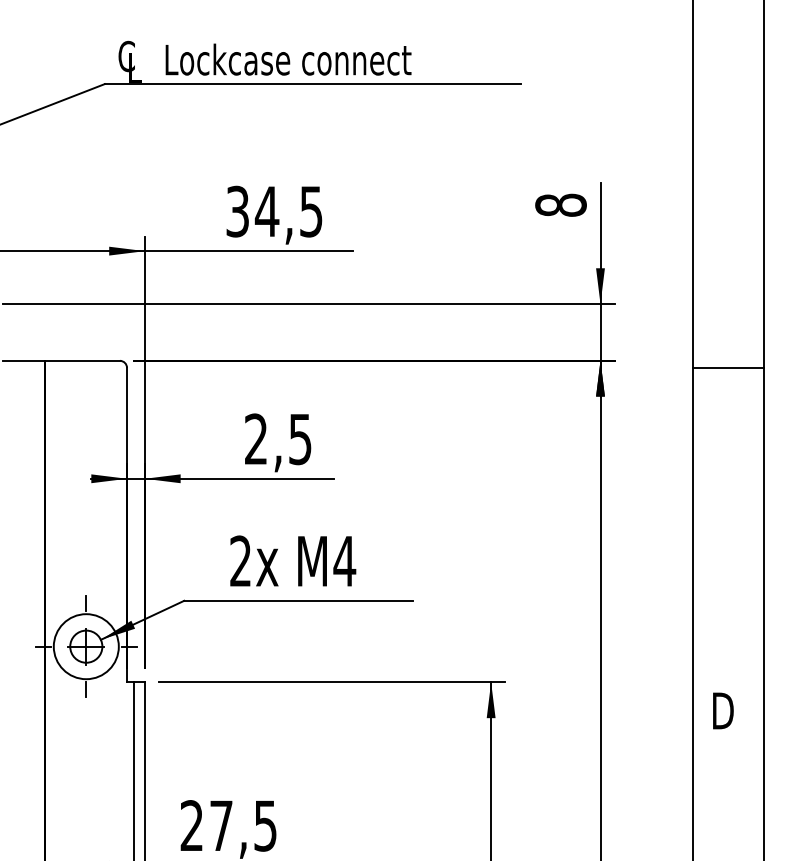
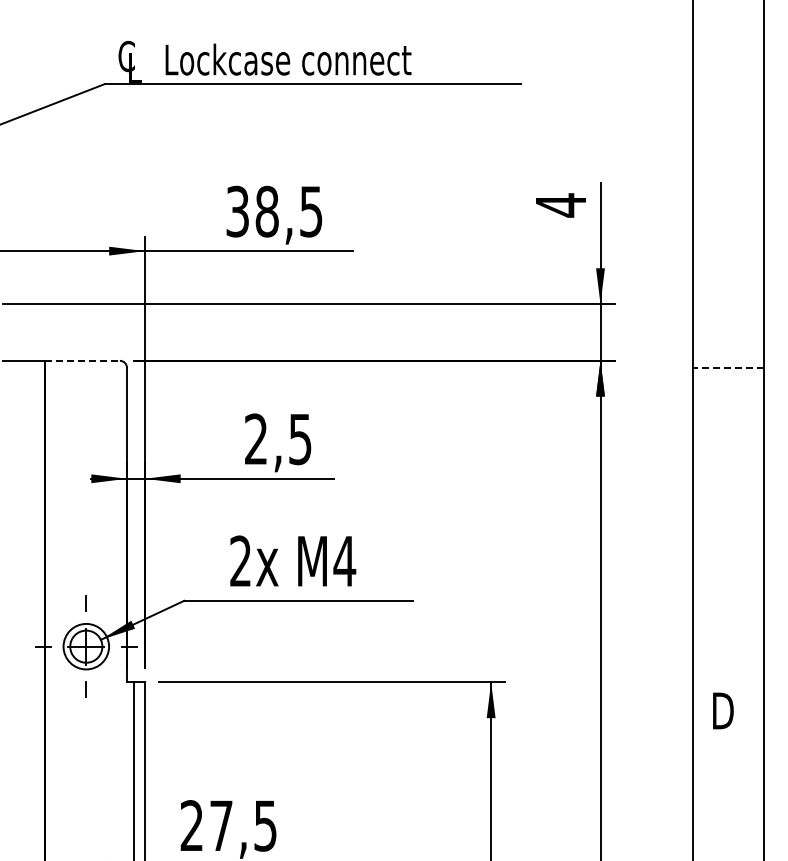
text at (560, 205): 8 -> 4
text at (266, 211): 34,5 -> 38,5
line at (83, 360): solid -> dashed
line at (728, 368): solid -> dashed
circle at (85, 646) diameter: 65 px -> 46 px
